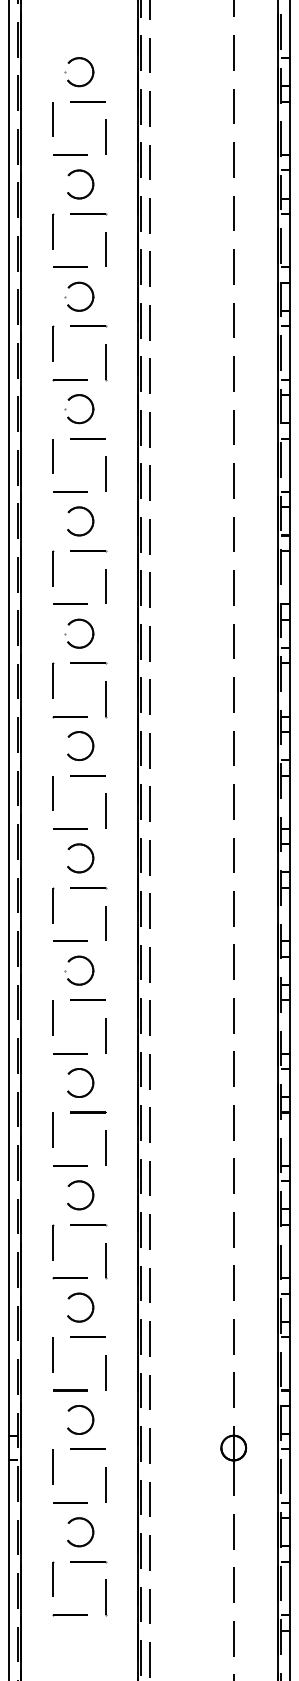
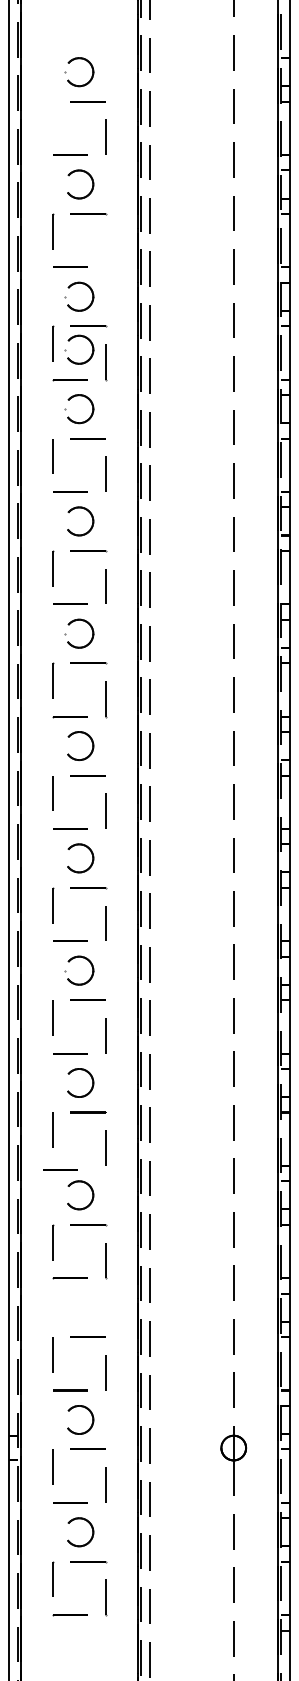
line at (52, 119): present -> none
line at (105, 249): present -> none
part at (76, 337): none -> present
line at (70, 1165) position: (70, 1165) -> (60, 1169)
part at (90, 1301): present -> none
